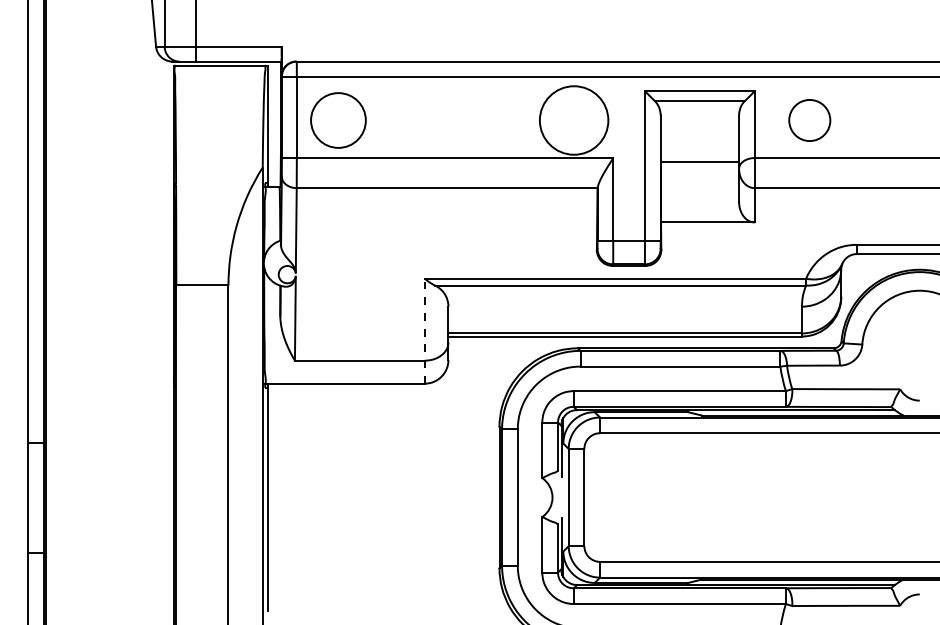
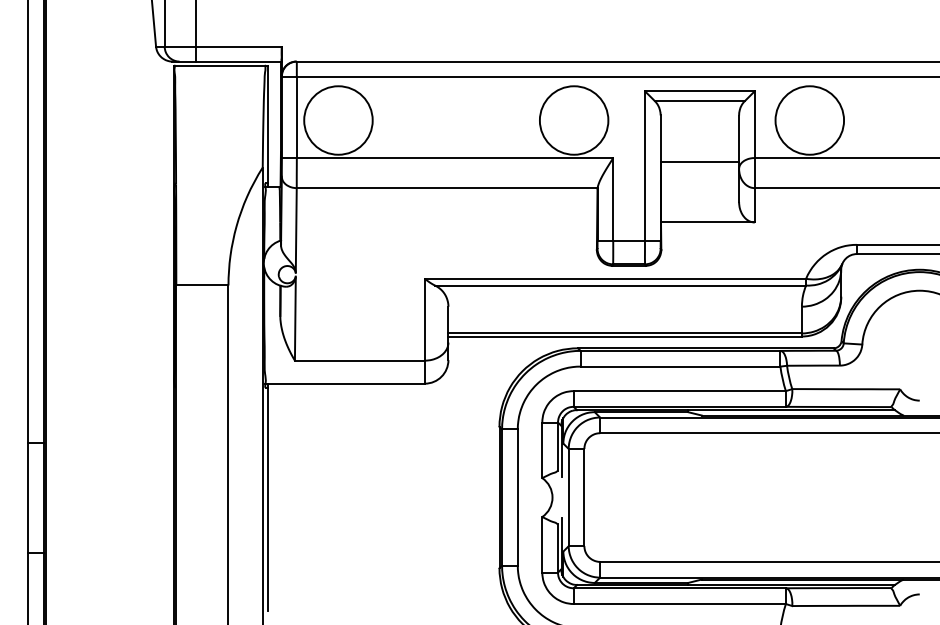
circle at (338, 120) diameter: 55 px -> 68 px
circle at (809, 120) diameter: 41 px -> 68 px
line at (424, 330): dashed -> solid
